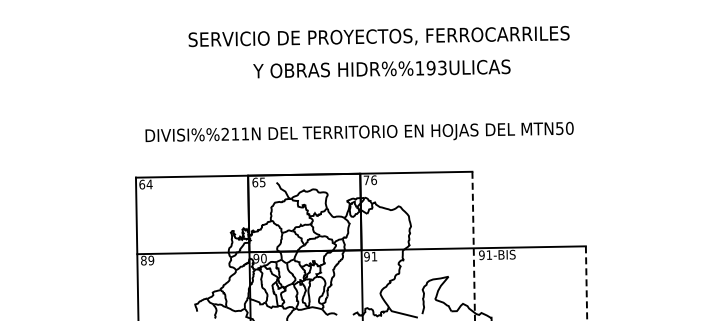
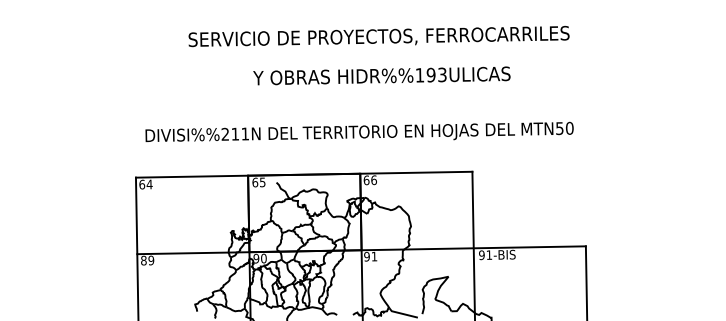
text at (381, 68) position: (381, 68) -> (381, 75)
text at (366, 180): 76 -> 66
line at (473, 246): dashed -> solid
line at (586, 283): dashed -> solid
